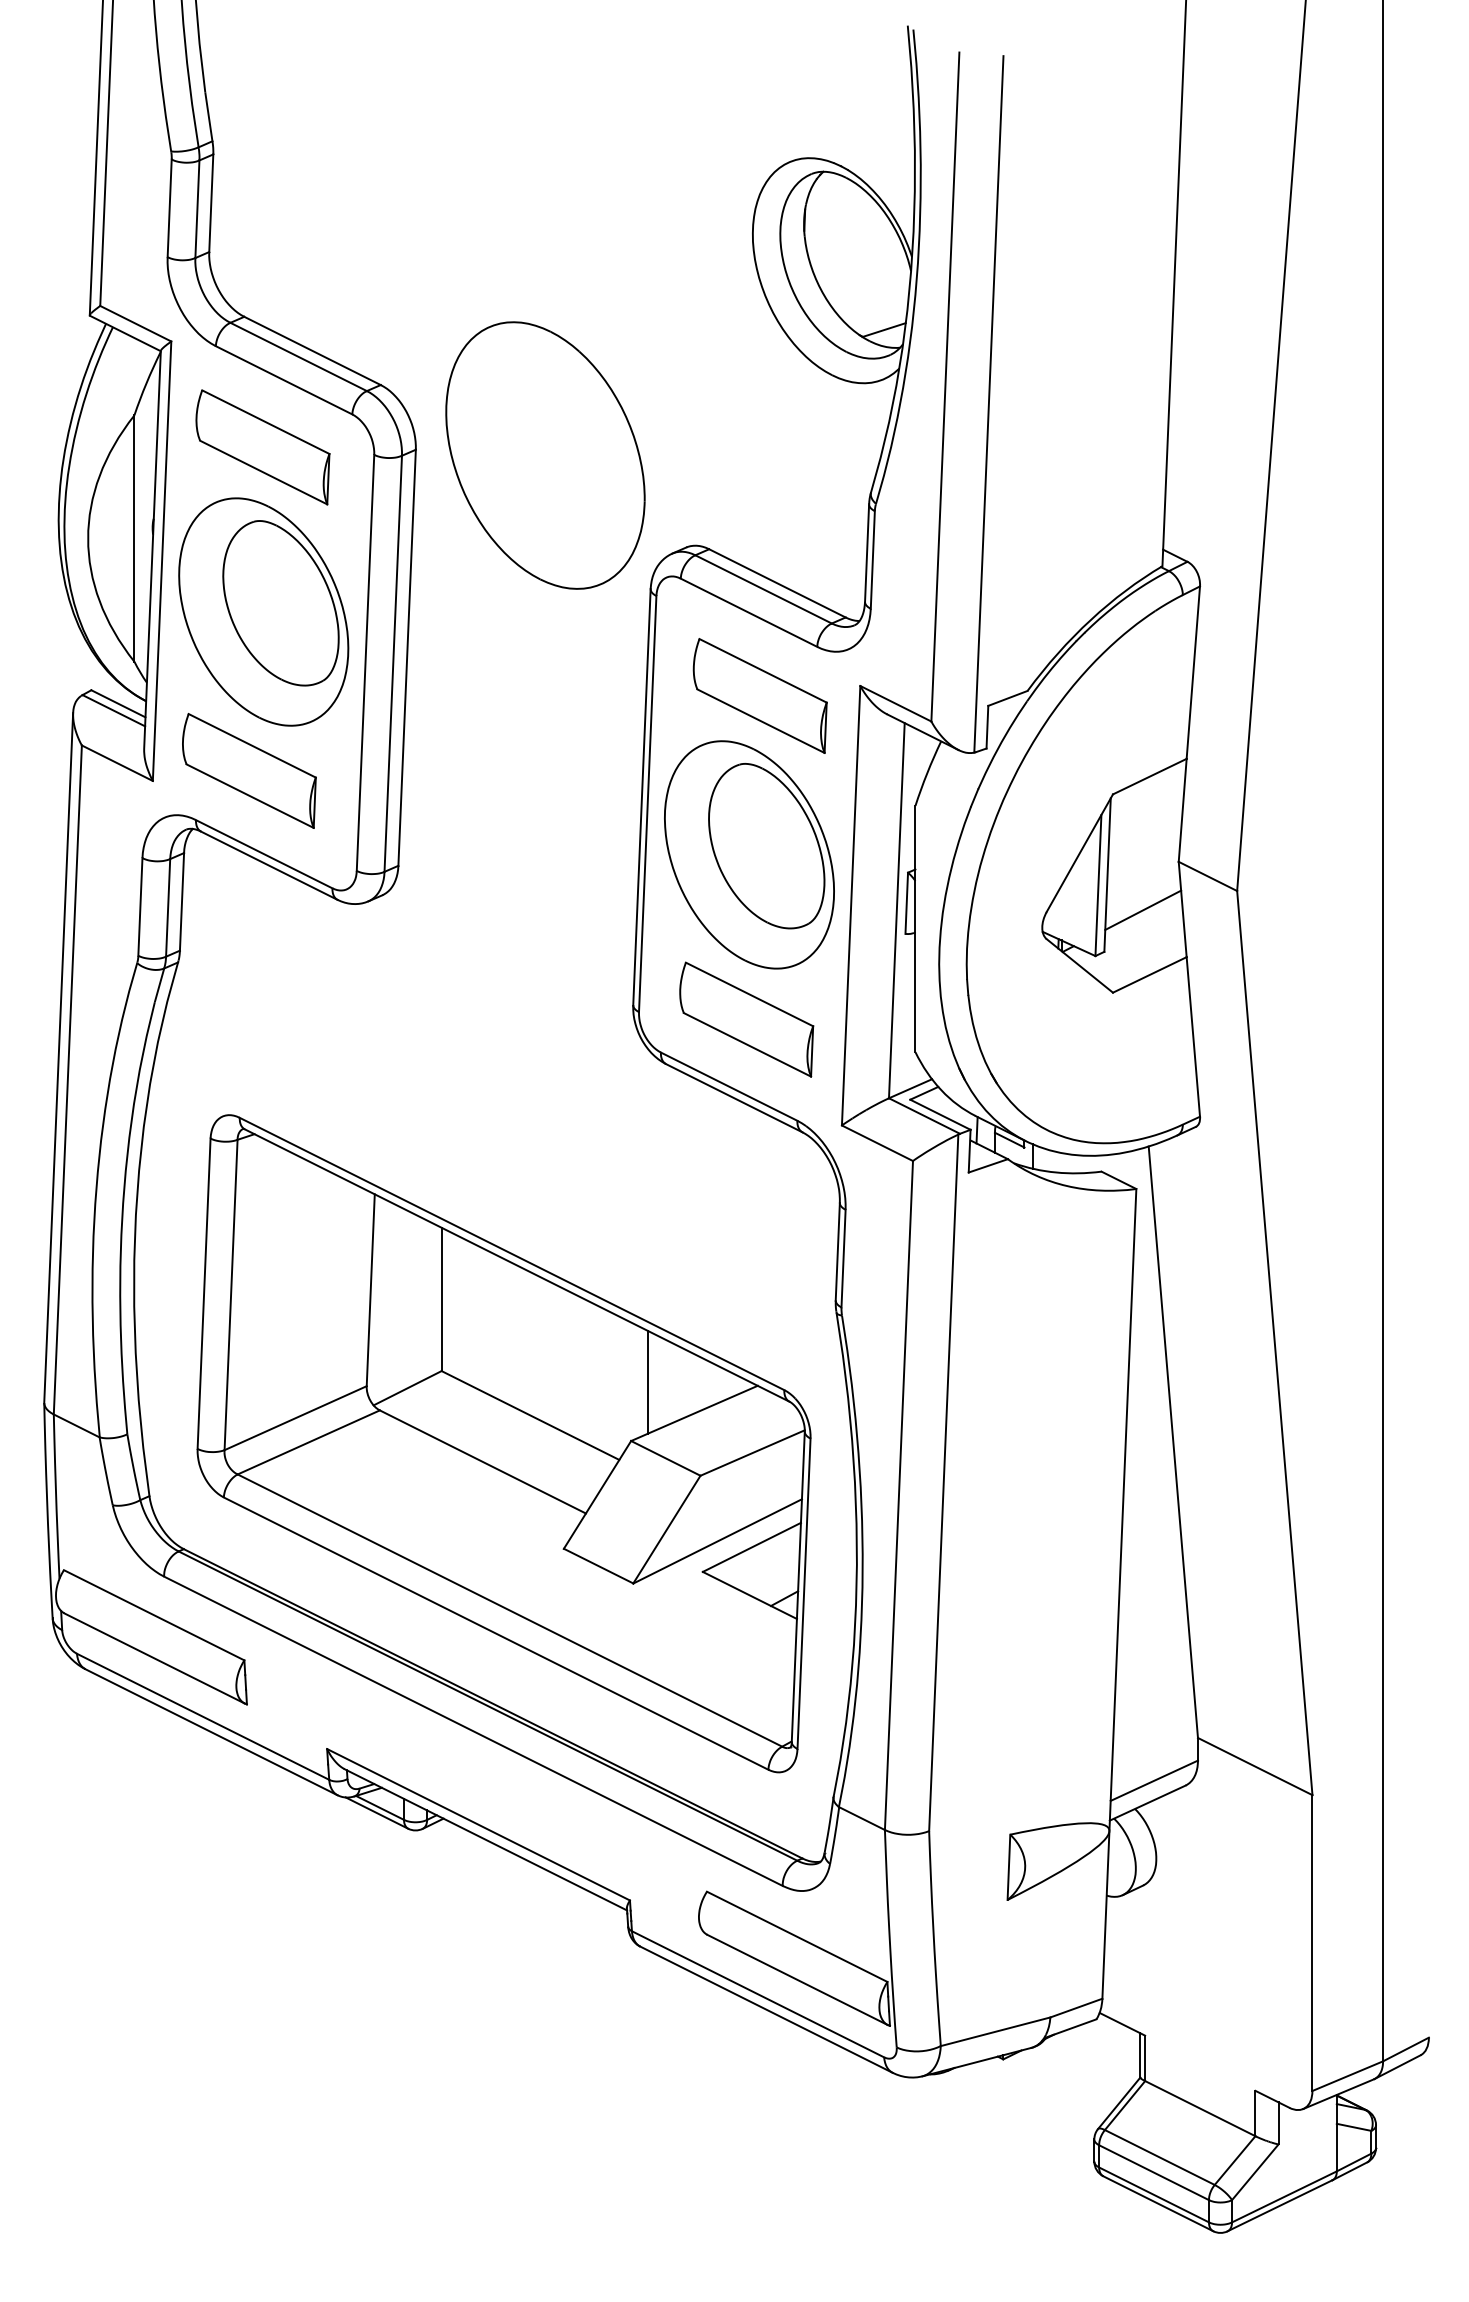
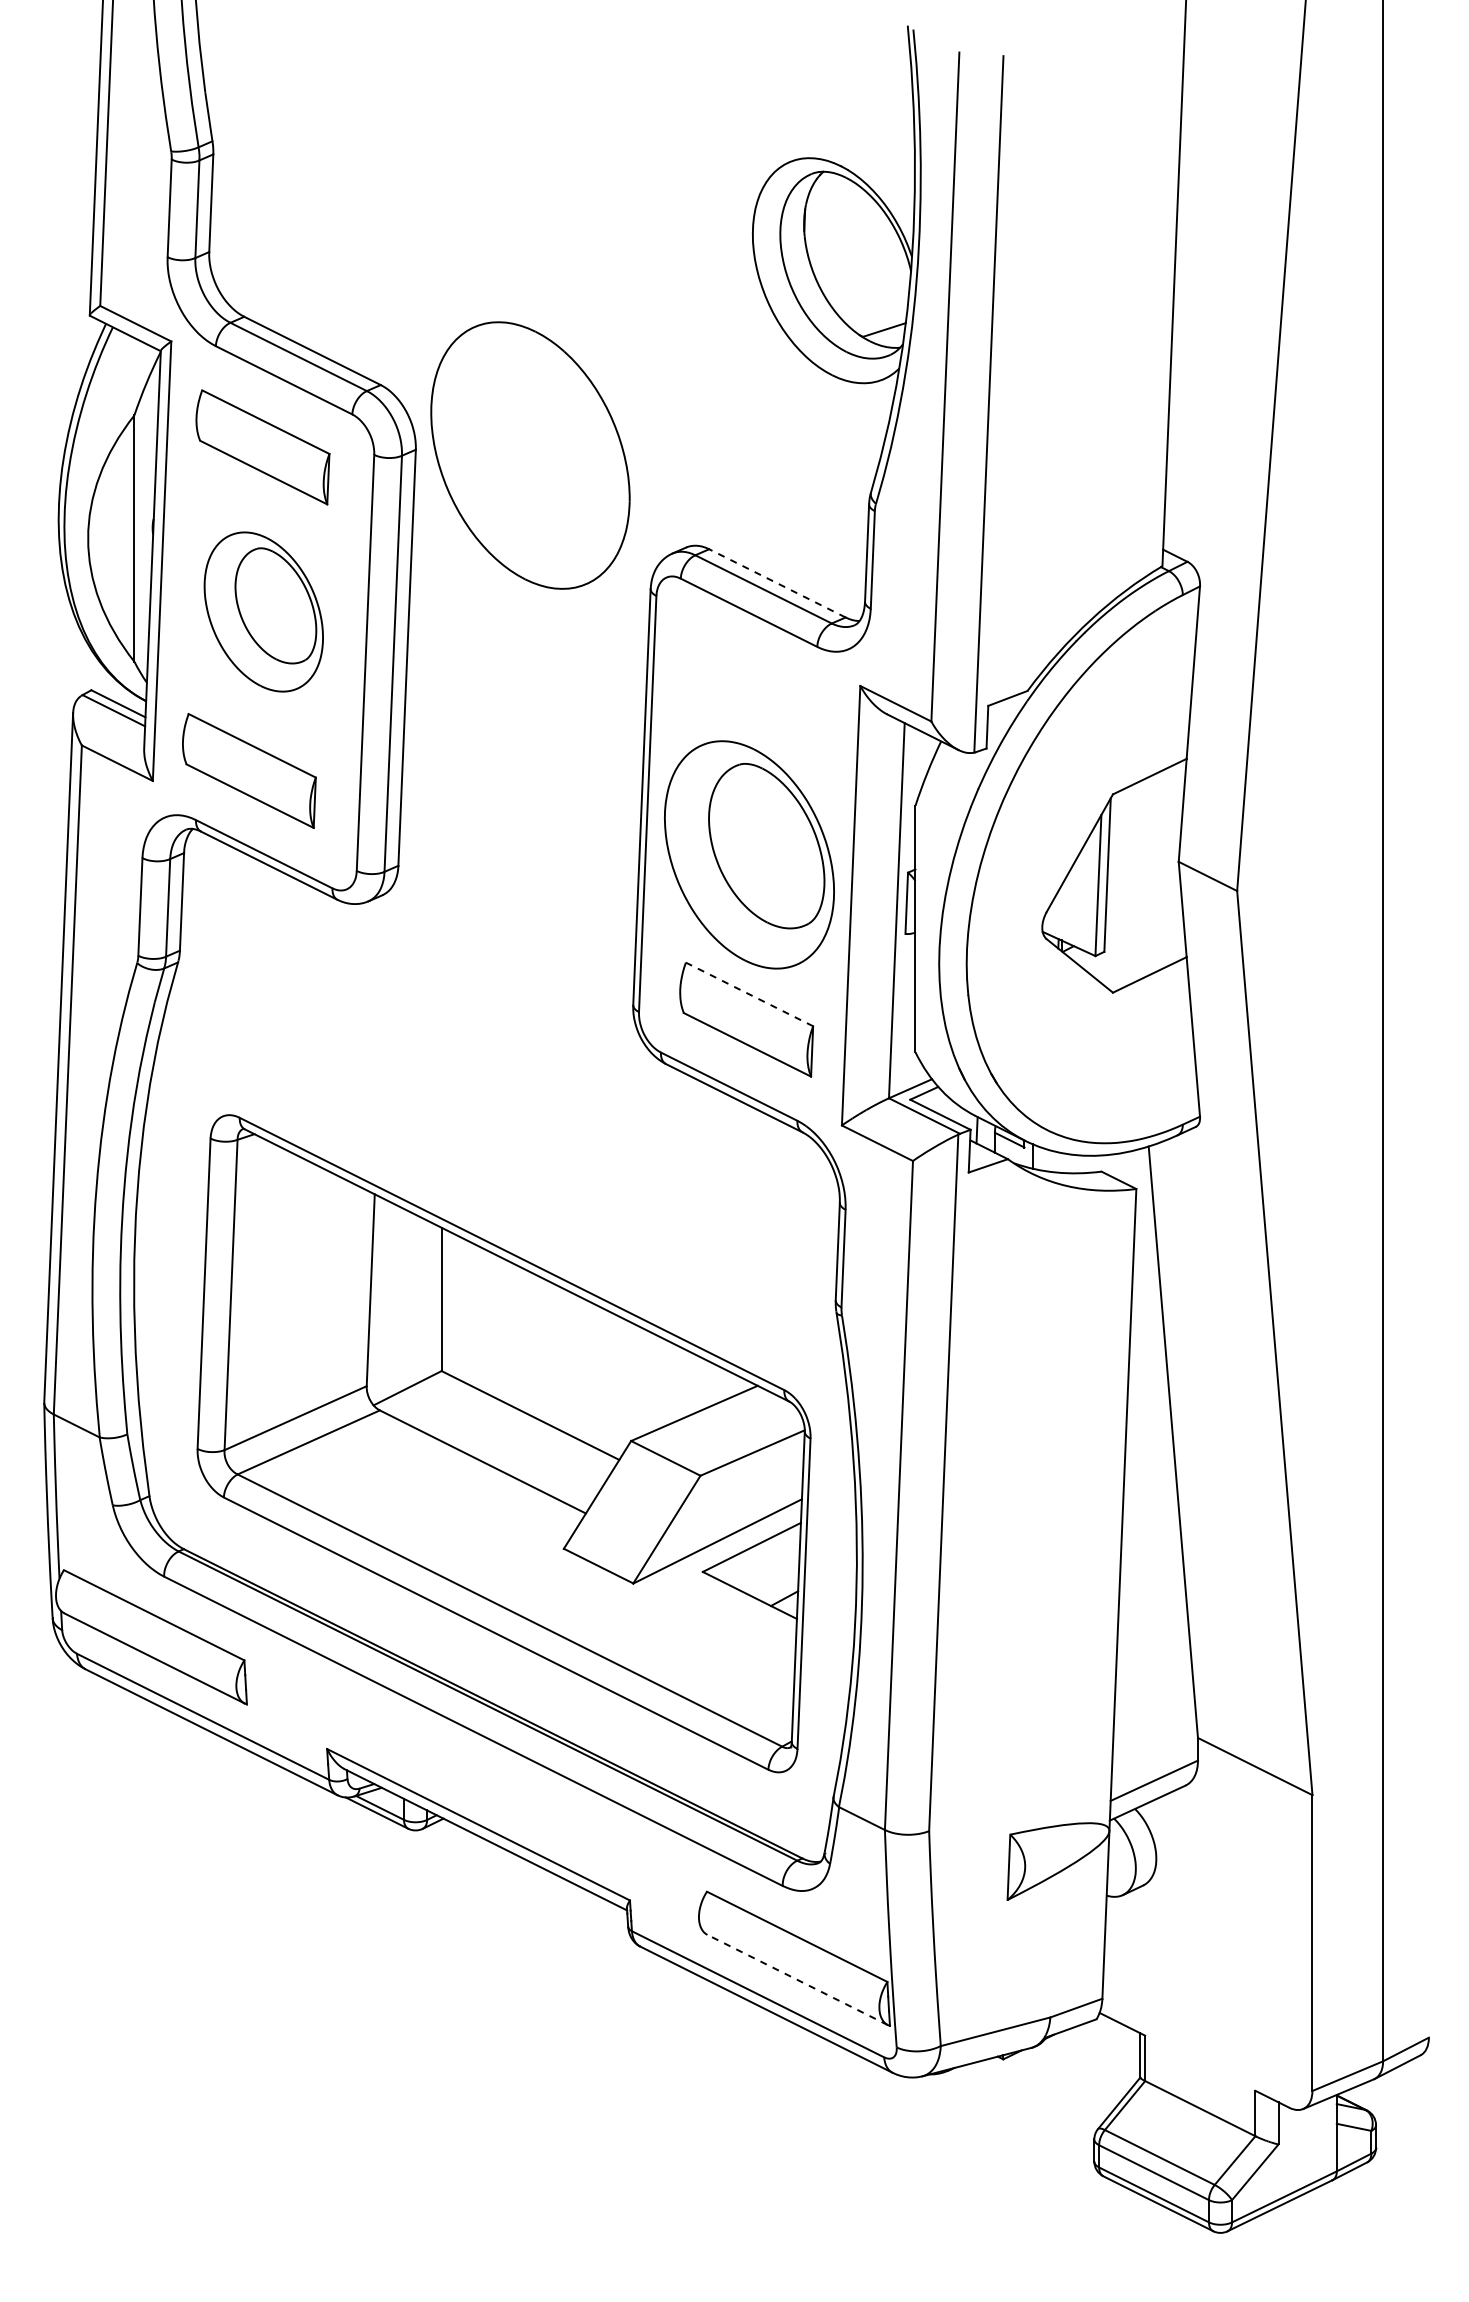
part at (545, 455) position: (545, 455) -> (530, 455)
line at (777, 583): solid -> dashed
part at (263, 611) size: 172x230 px -> 121x162 px
part at (759, 695): present -> none
line at (1143, 909): present -> none
line at (749, 994): solid -> dashed
line at (647, 1381): present -> none
line at (797, 1980): solid -> dashed
